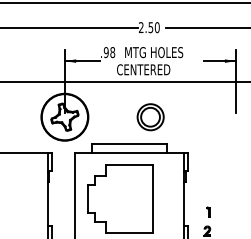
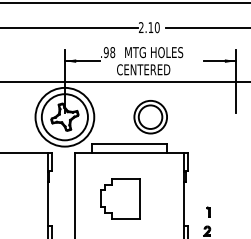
text at (150, 27): 2.50 -> 2.10
circle at (64, 116) diameter: 47 px -> 59 px
part at (150, 117) size: 29x29 px -> 35x35 px
part at (120, 198) size: 67x70 px -> 41x42 px
